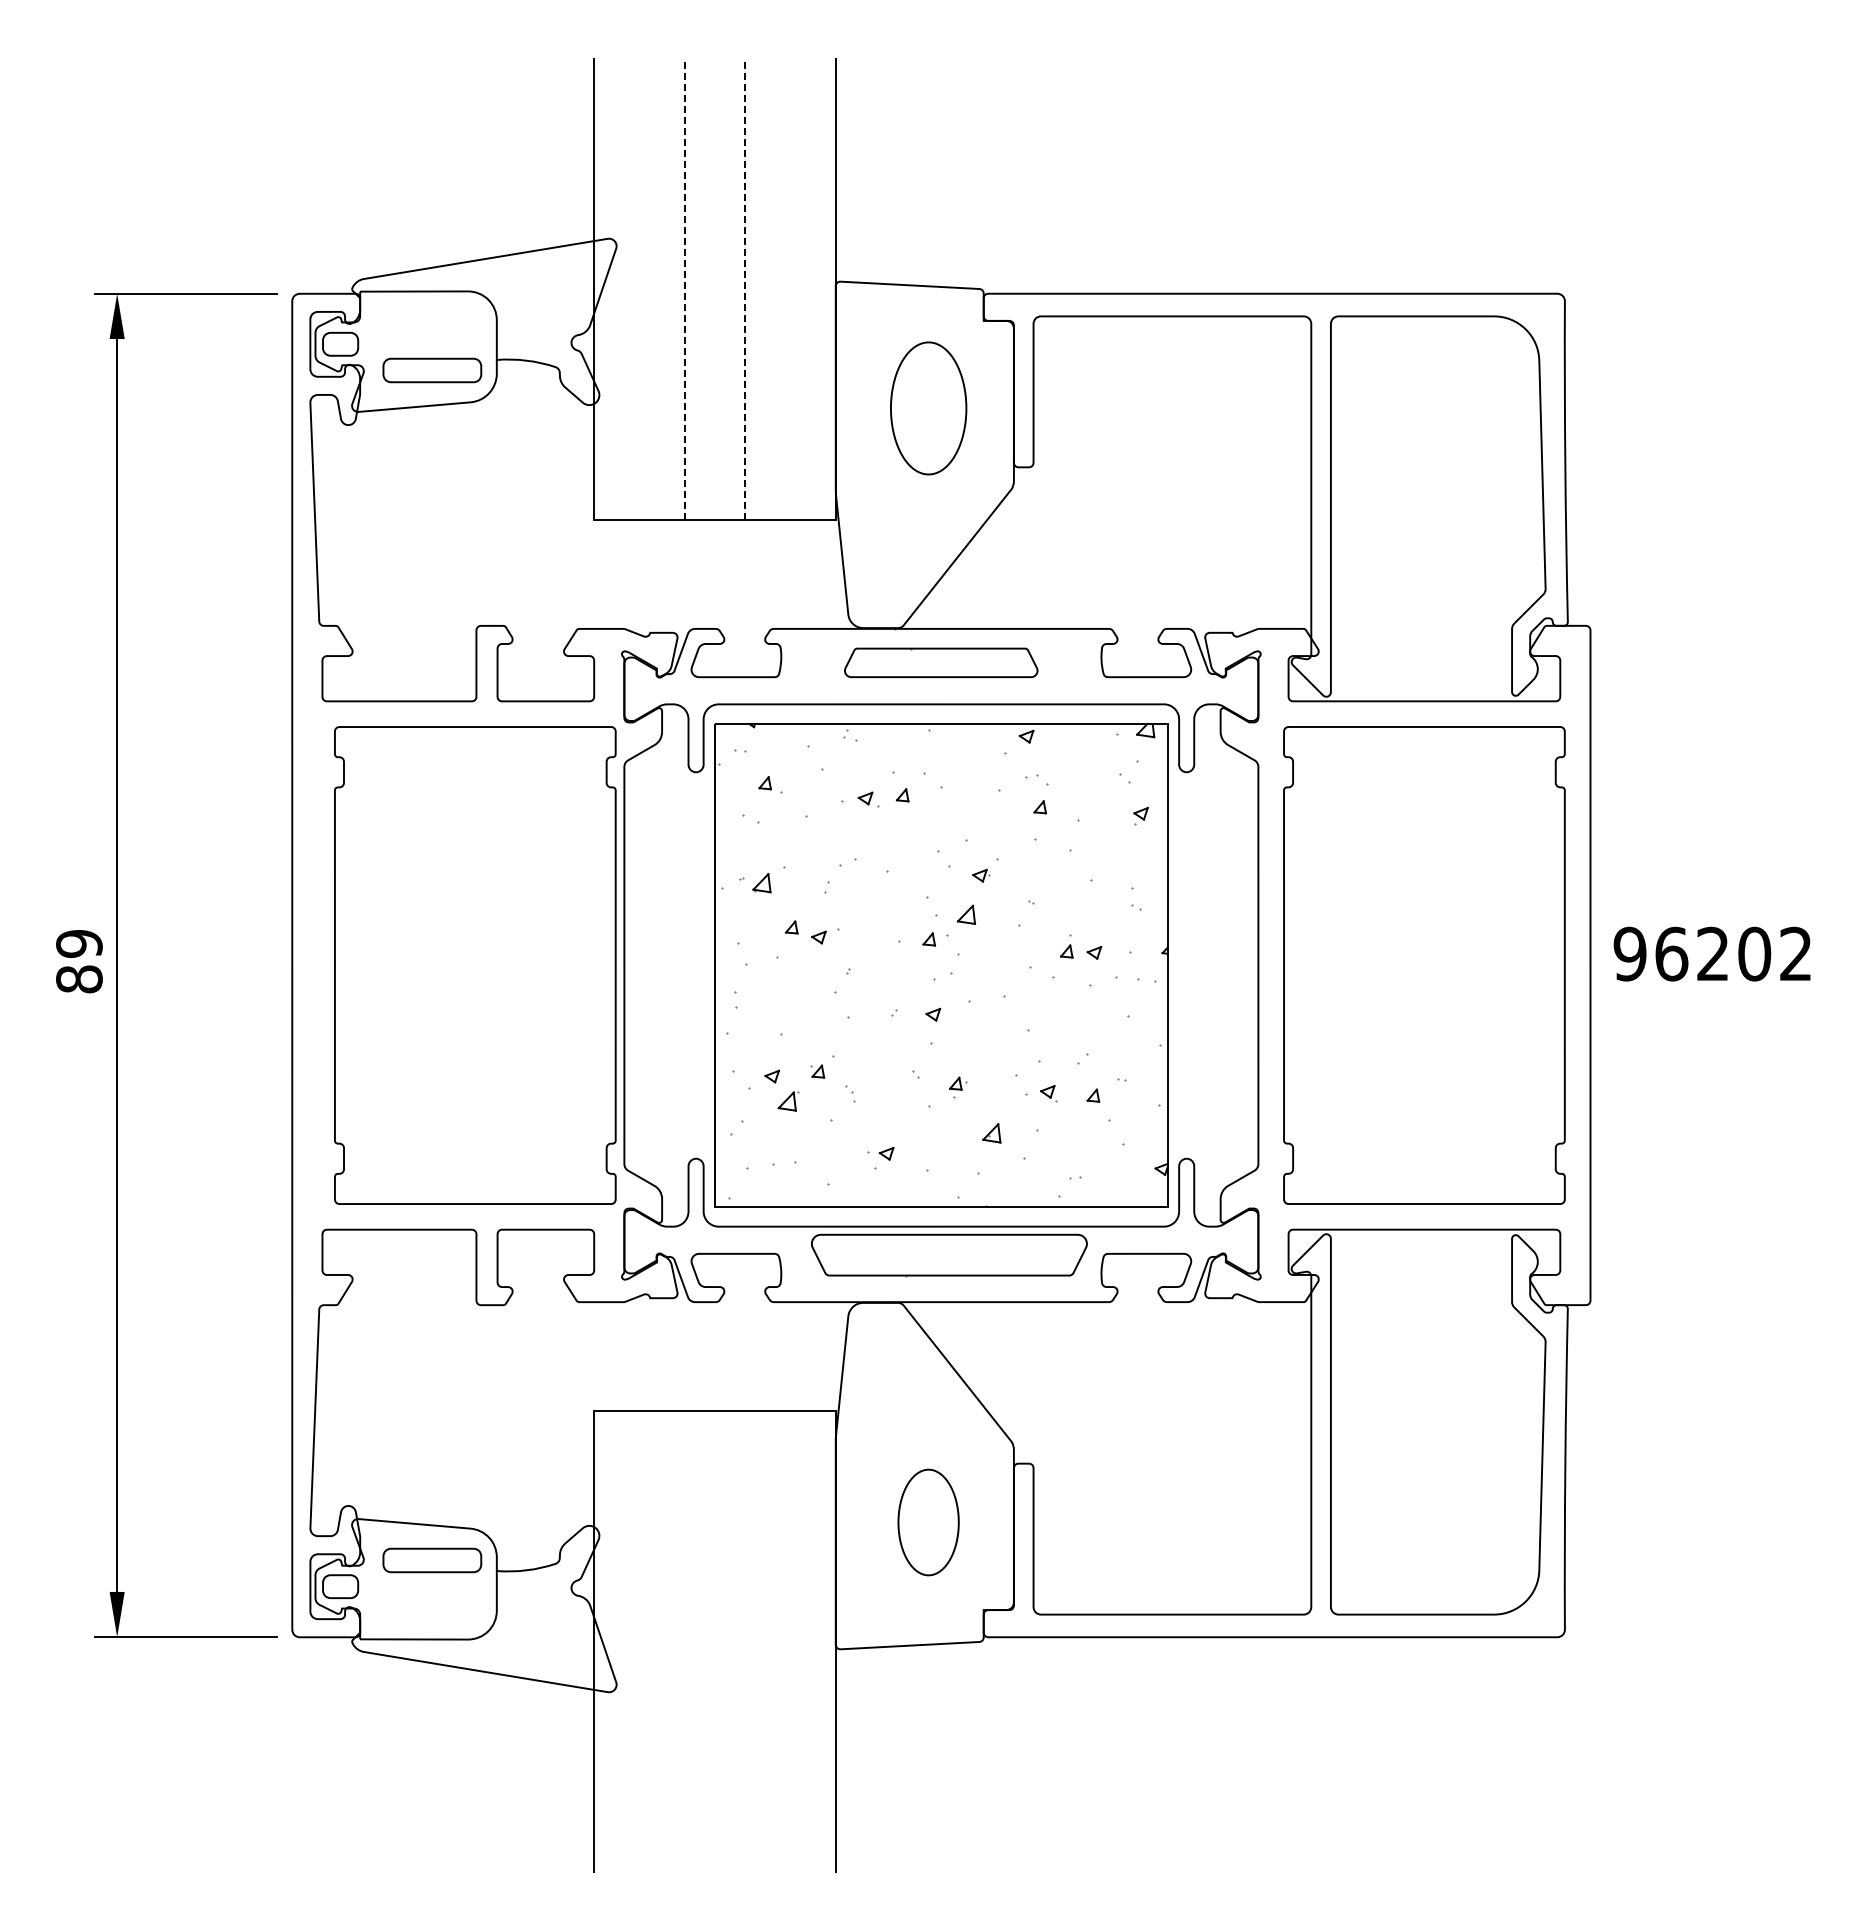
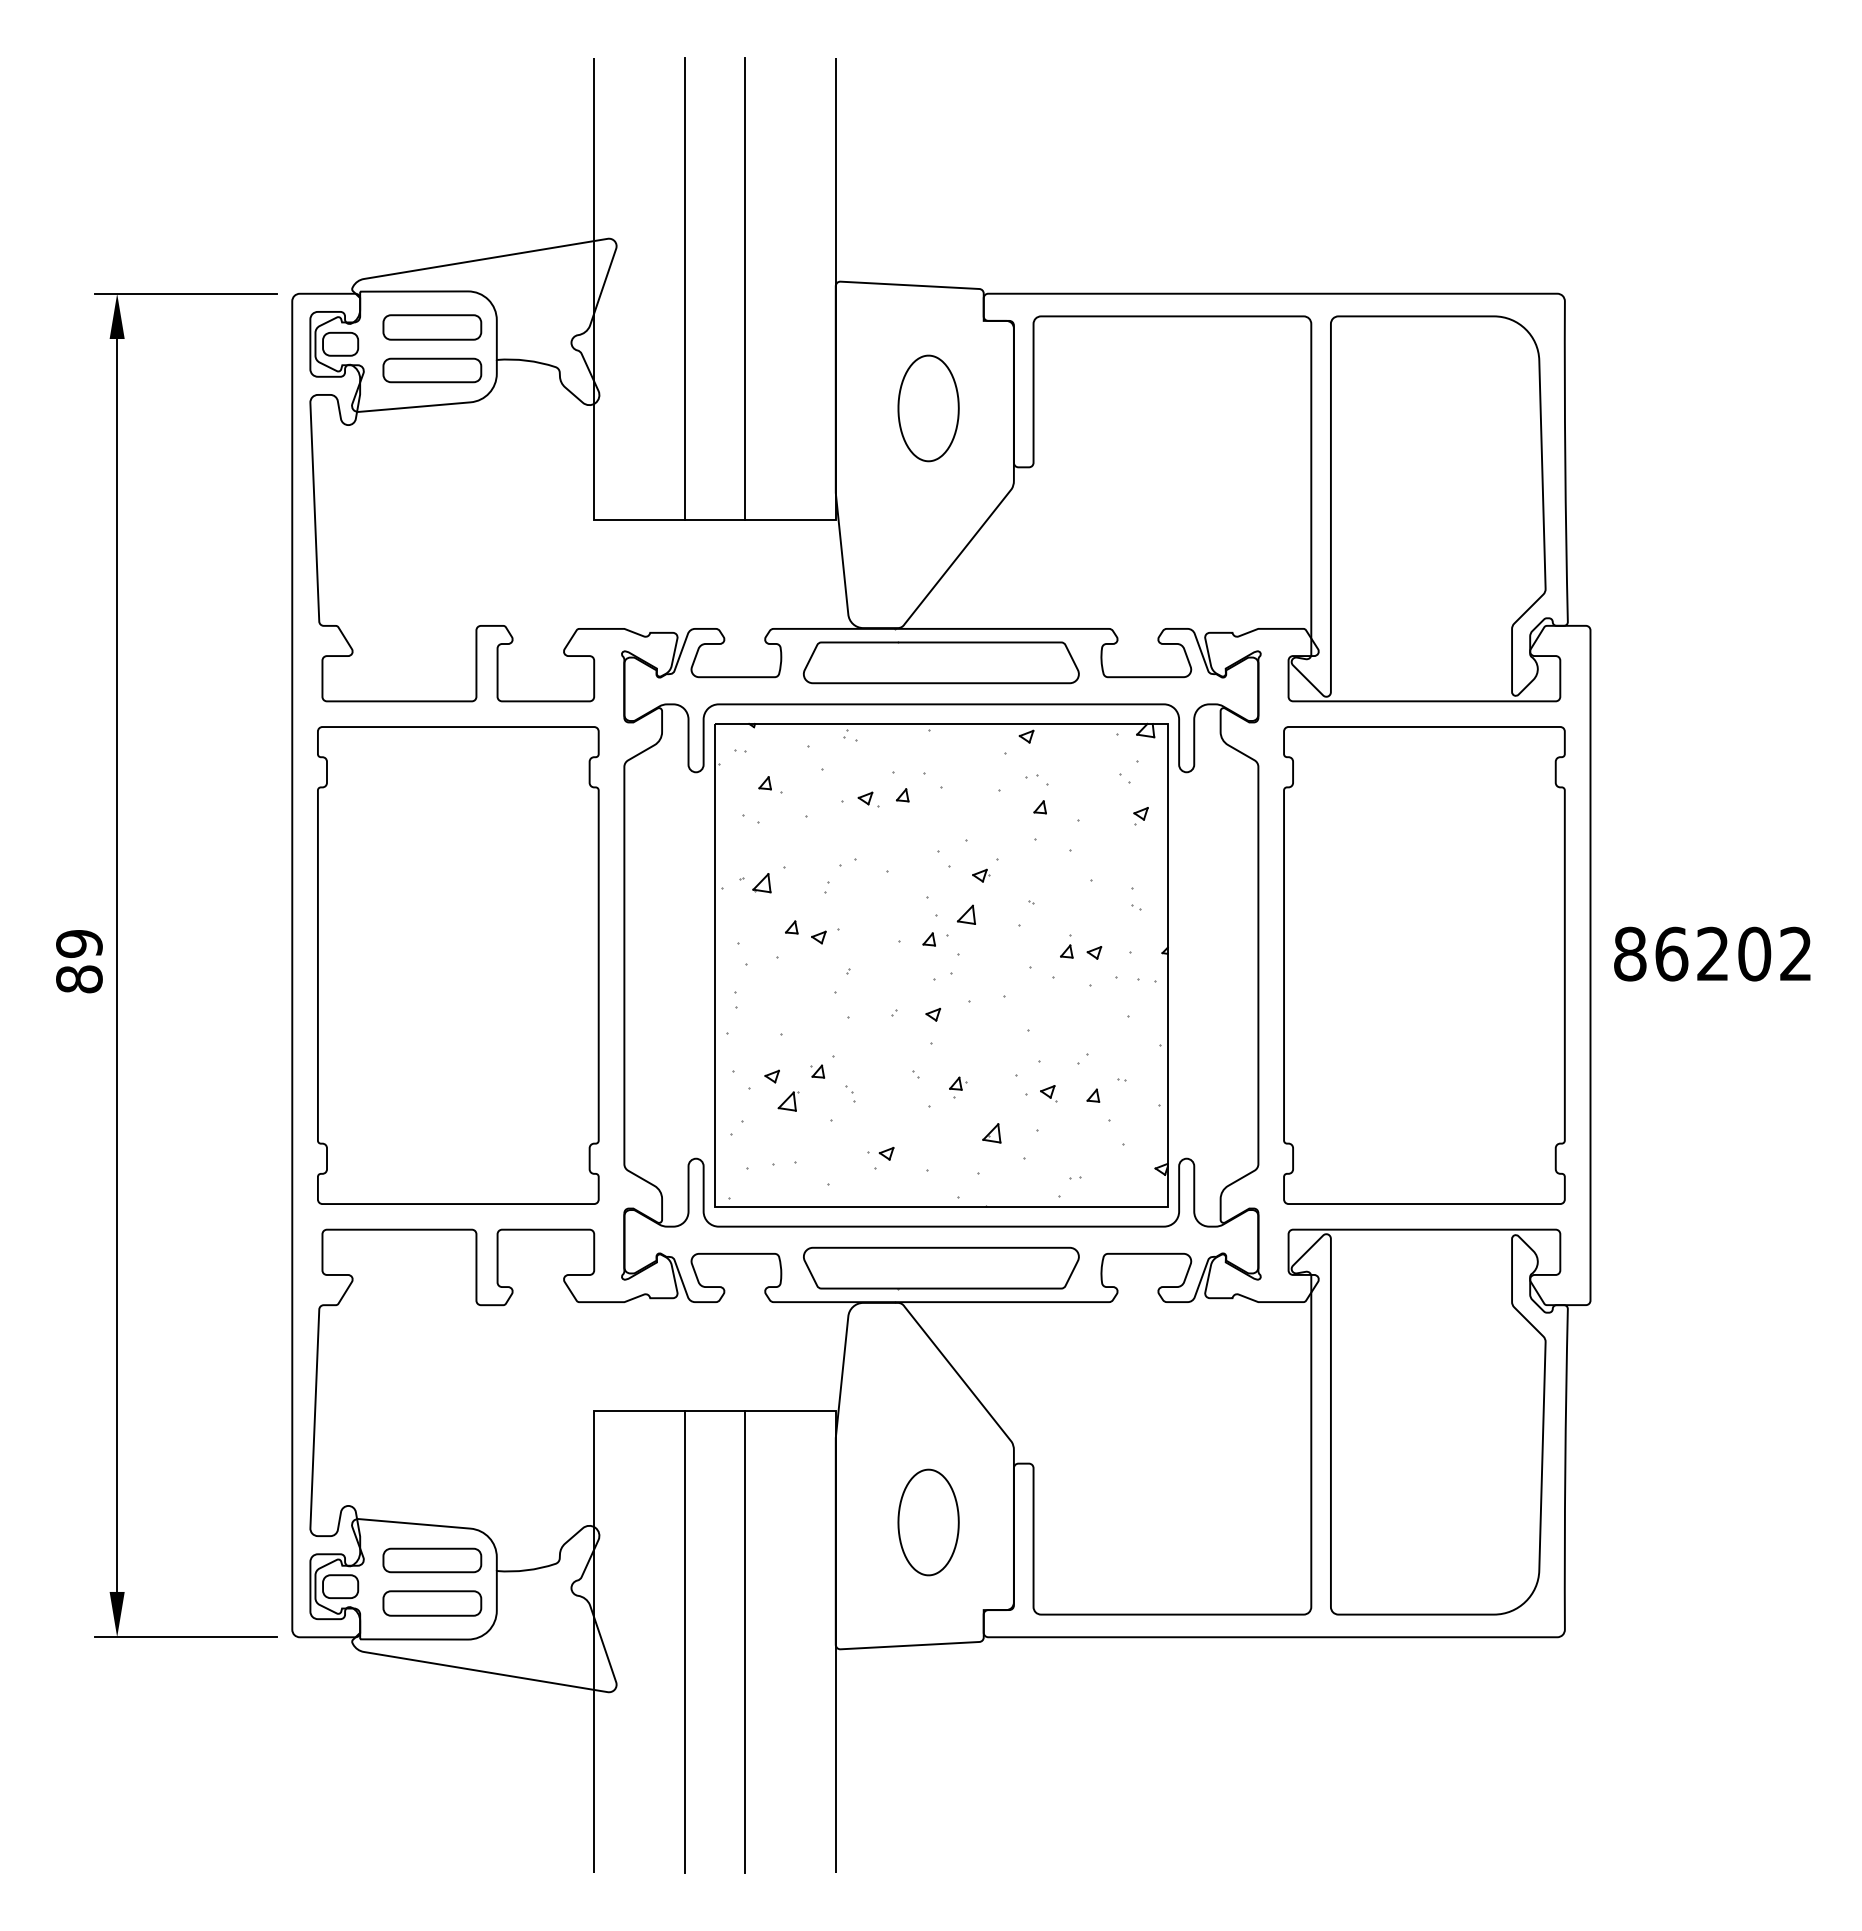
line at (684, 288): dashed -> solid
line at (745, 288): dashed -> solid
part at (432, 327): none -> present
part at (928, 408) size: 78x135 px -> 63x109 px
part at (941, 662) size: 195x31 px -> 278x44 px
text at (1629, 953): 96202 -> 86202
part at (475, 965) position: (475, 965) -> (458, 965)
part at (949, 1255) position: (949, 1255) -> (941, 1268)
part at (432, 1603): none -> present
line at (684, 1641): none -> present
line at (745, 1641): none -> present
